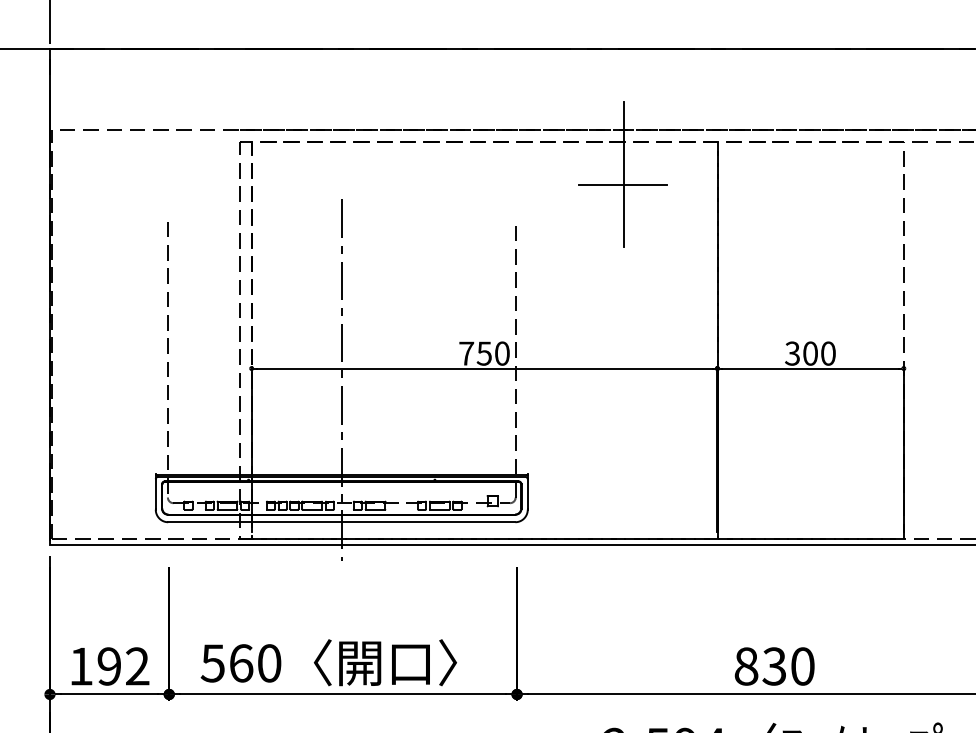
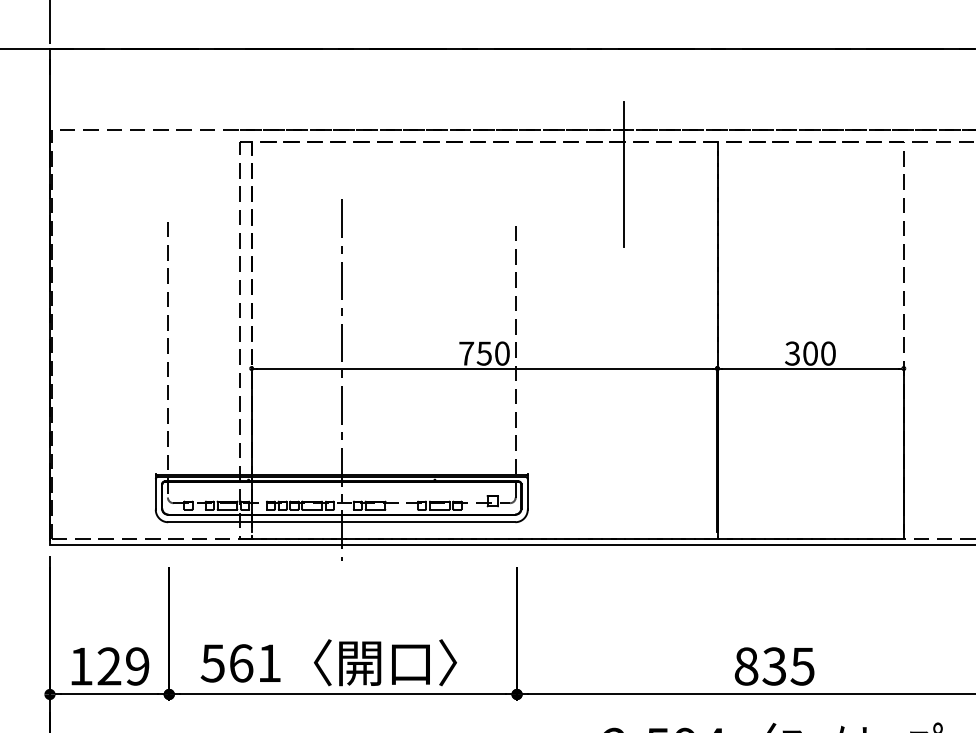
line at (623, 185): present -> none
text at (269, 663): 560 -> 561
text at (123, 666): 192 -> 129
text at (802, 666): 830 -> 835
